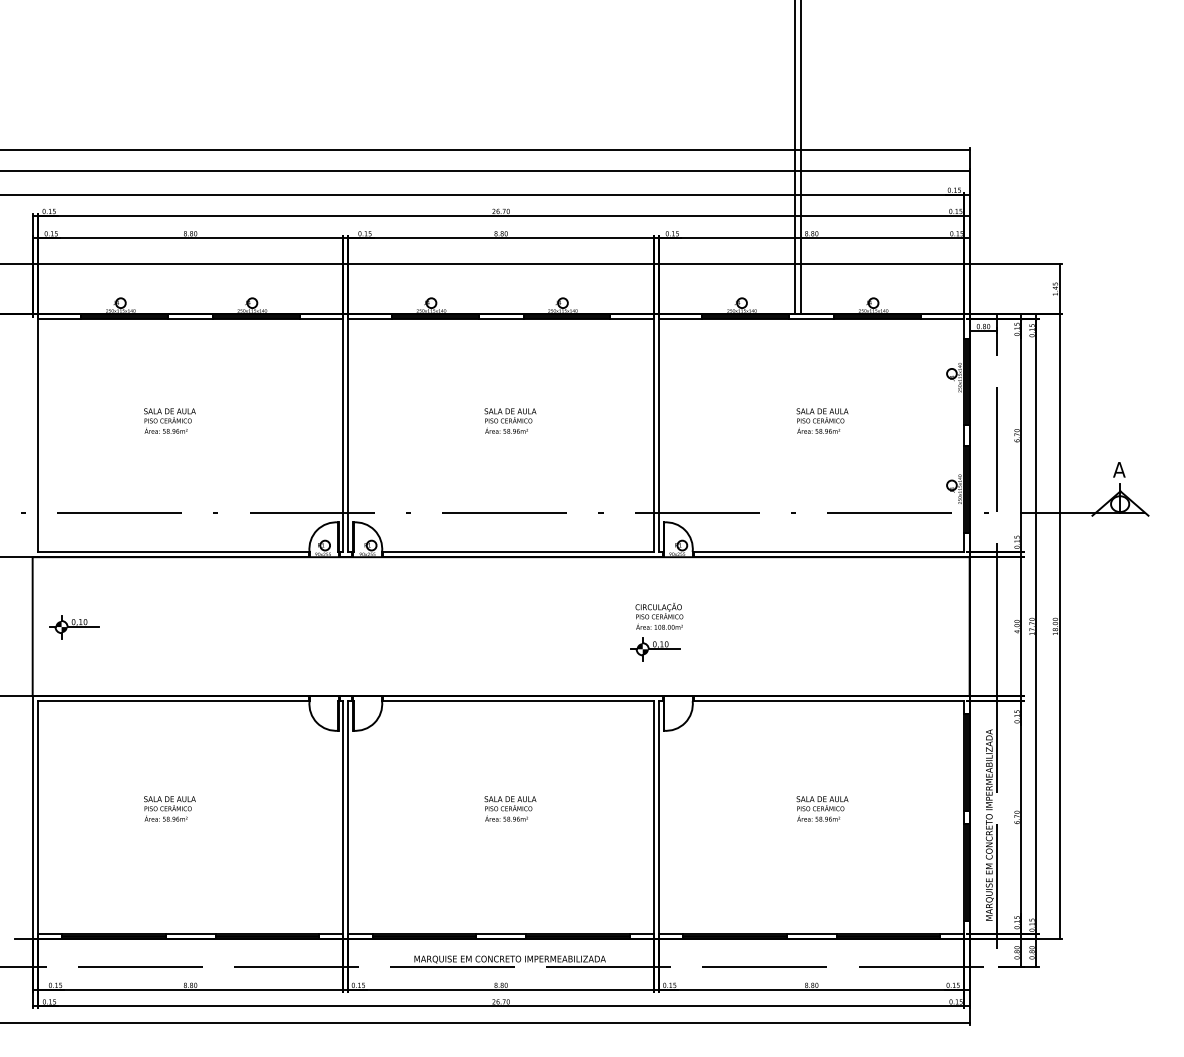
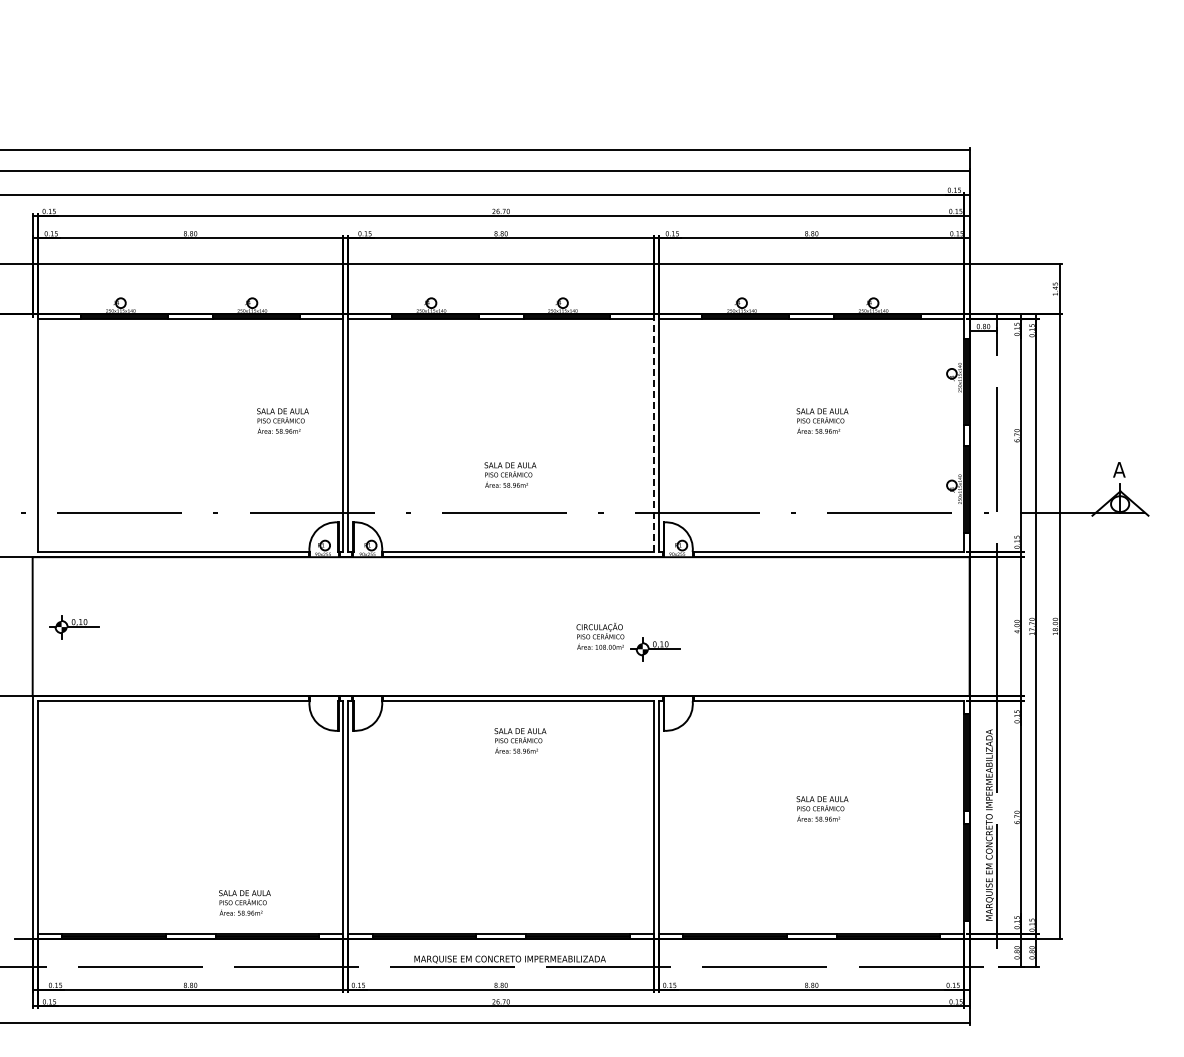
line at (795, 158): present -> none
line at (800, 158): present -> none
text at (169, 420) position: (169, 420) -> (282, 420)
text at (510, 420) position: (510, 420) -> (510, 474)
line at (653, 435): solid -> dashed
text at (659, 616) position: (659, 616) -> (600, 636)
text at (169, 808) position: (169, 808) -> (244, 902)
text at (510, 808) position: (510, 808) -> (520, 740)
